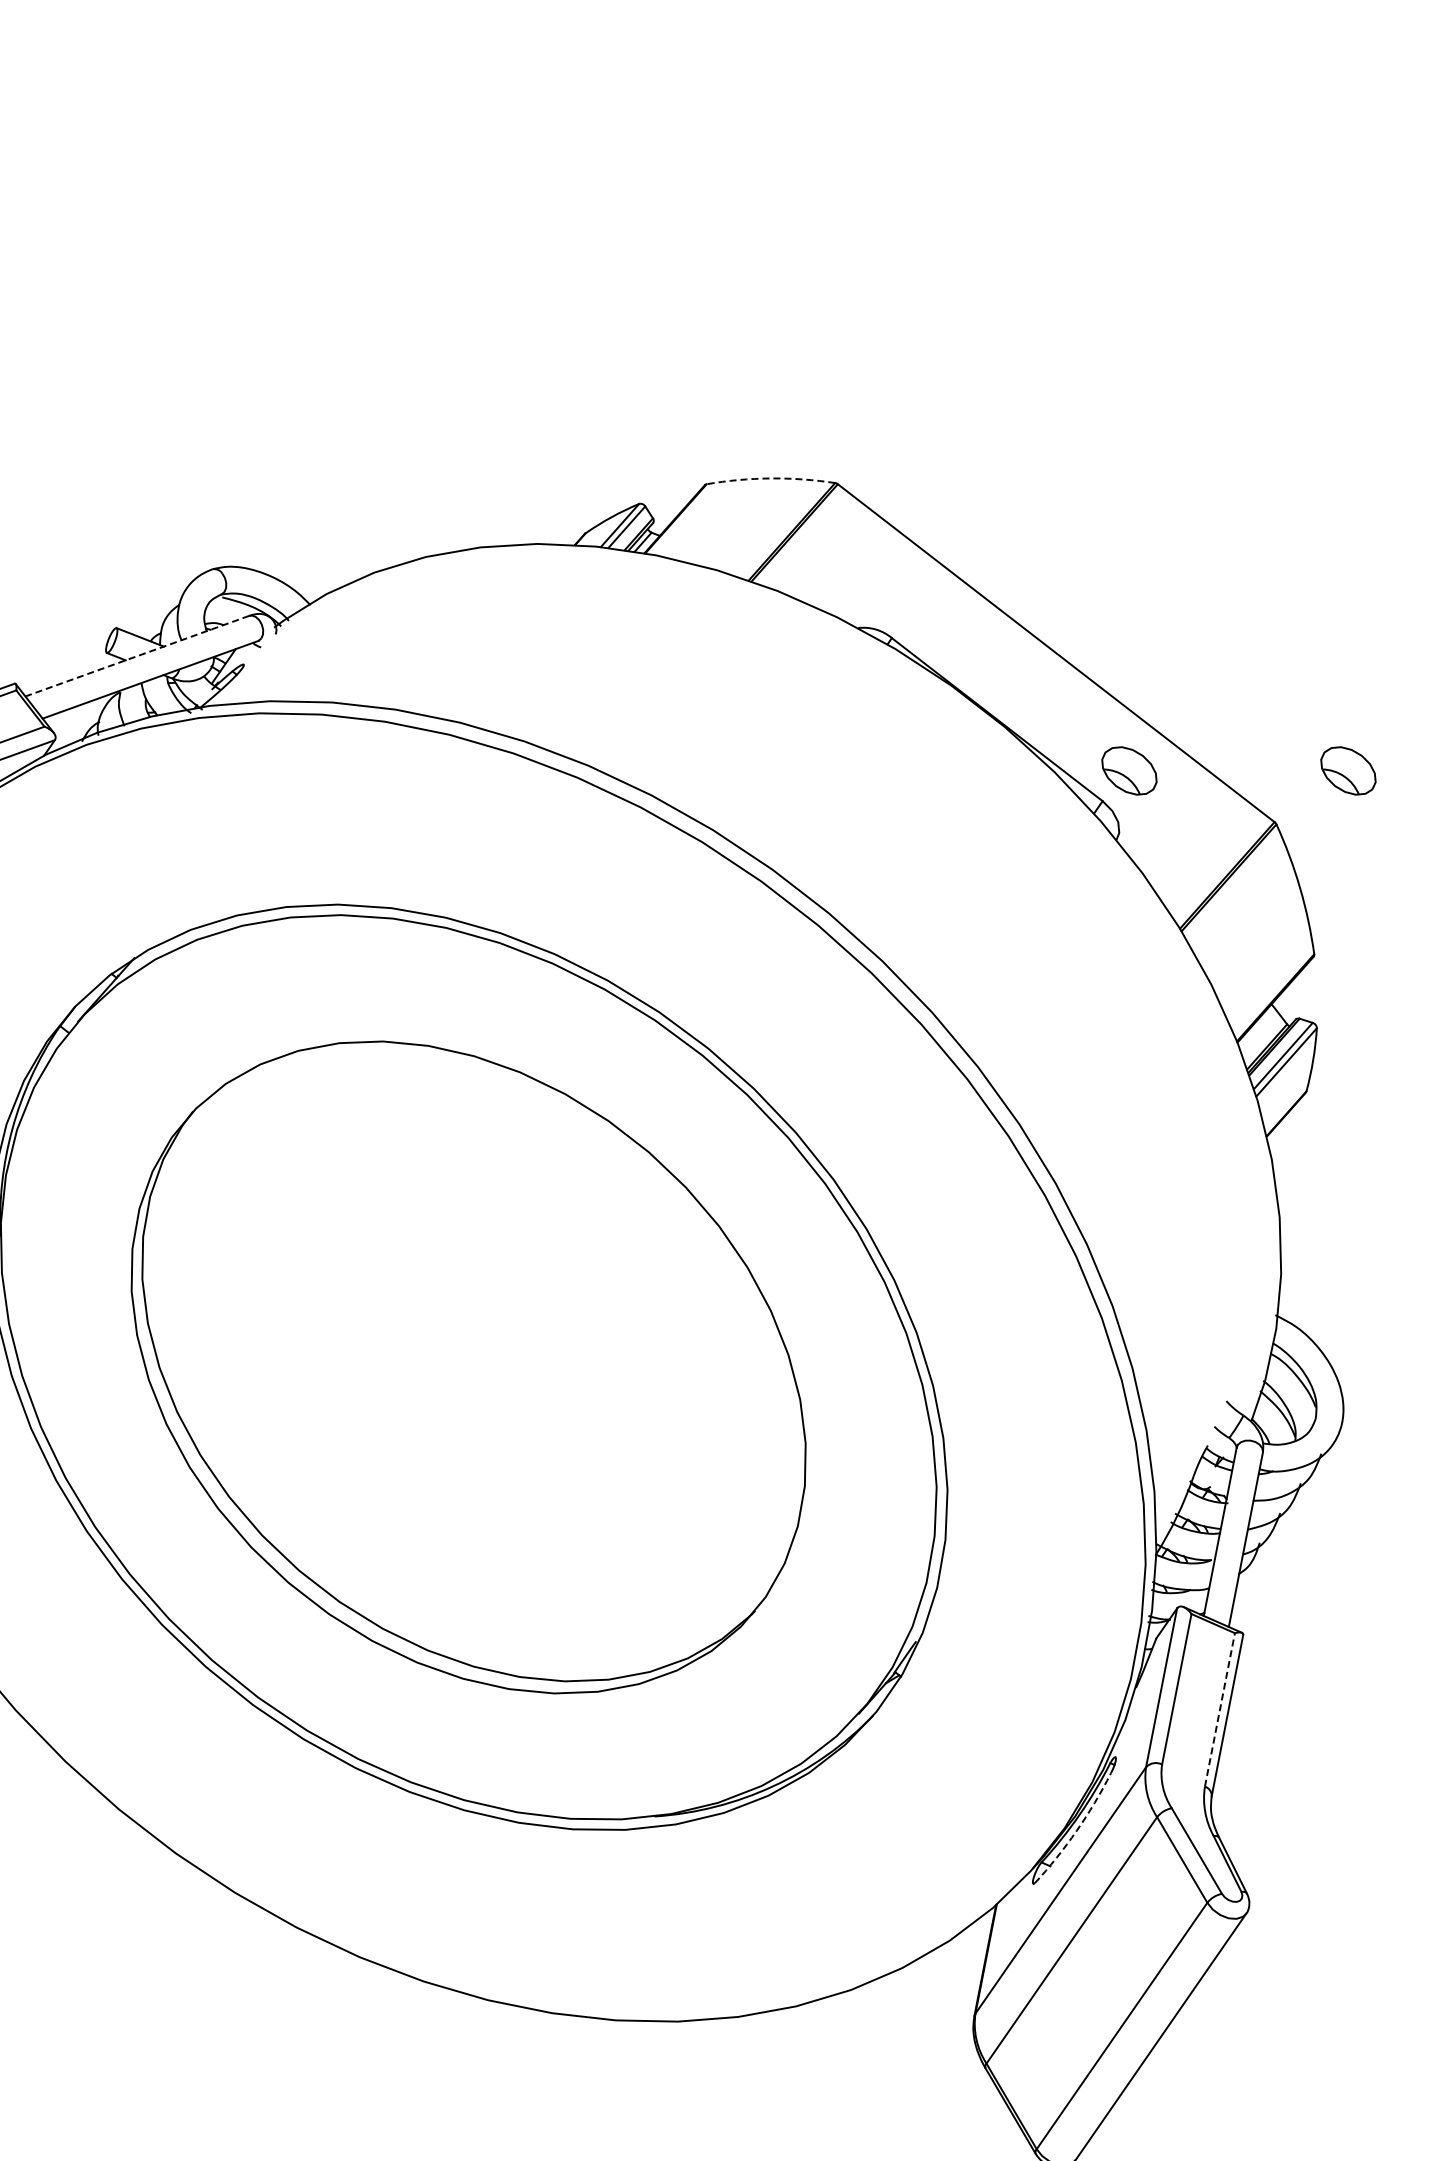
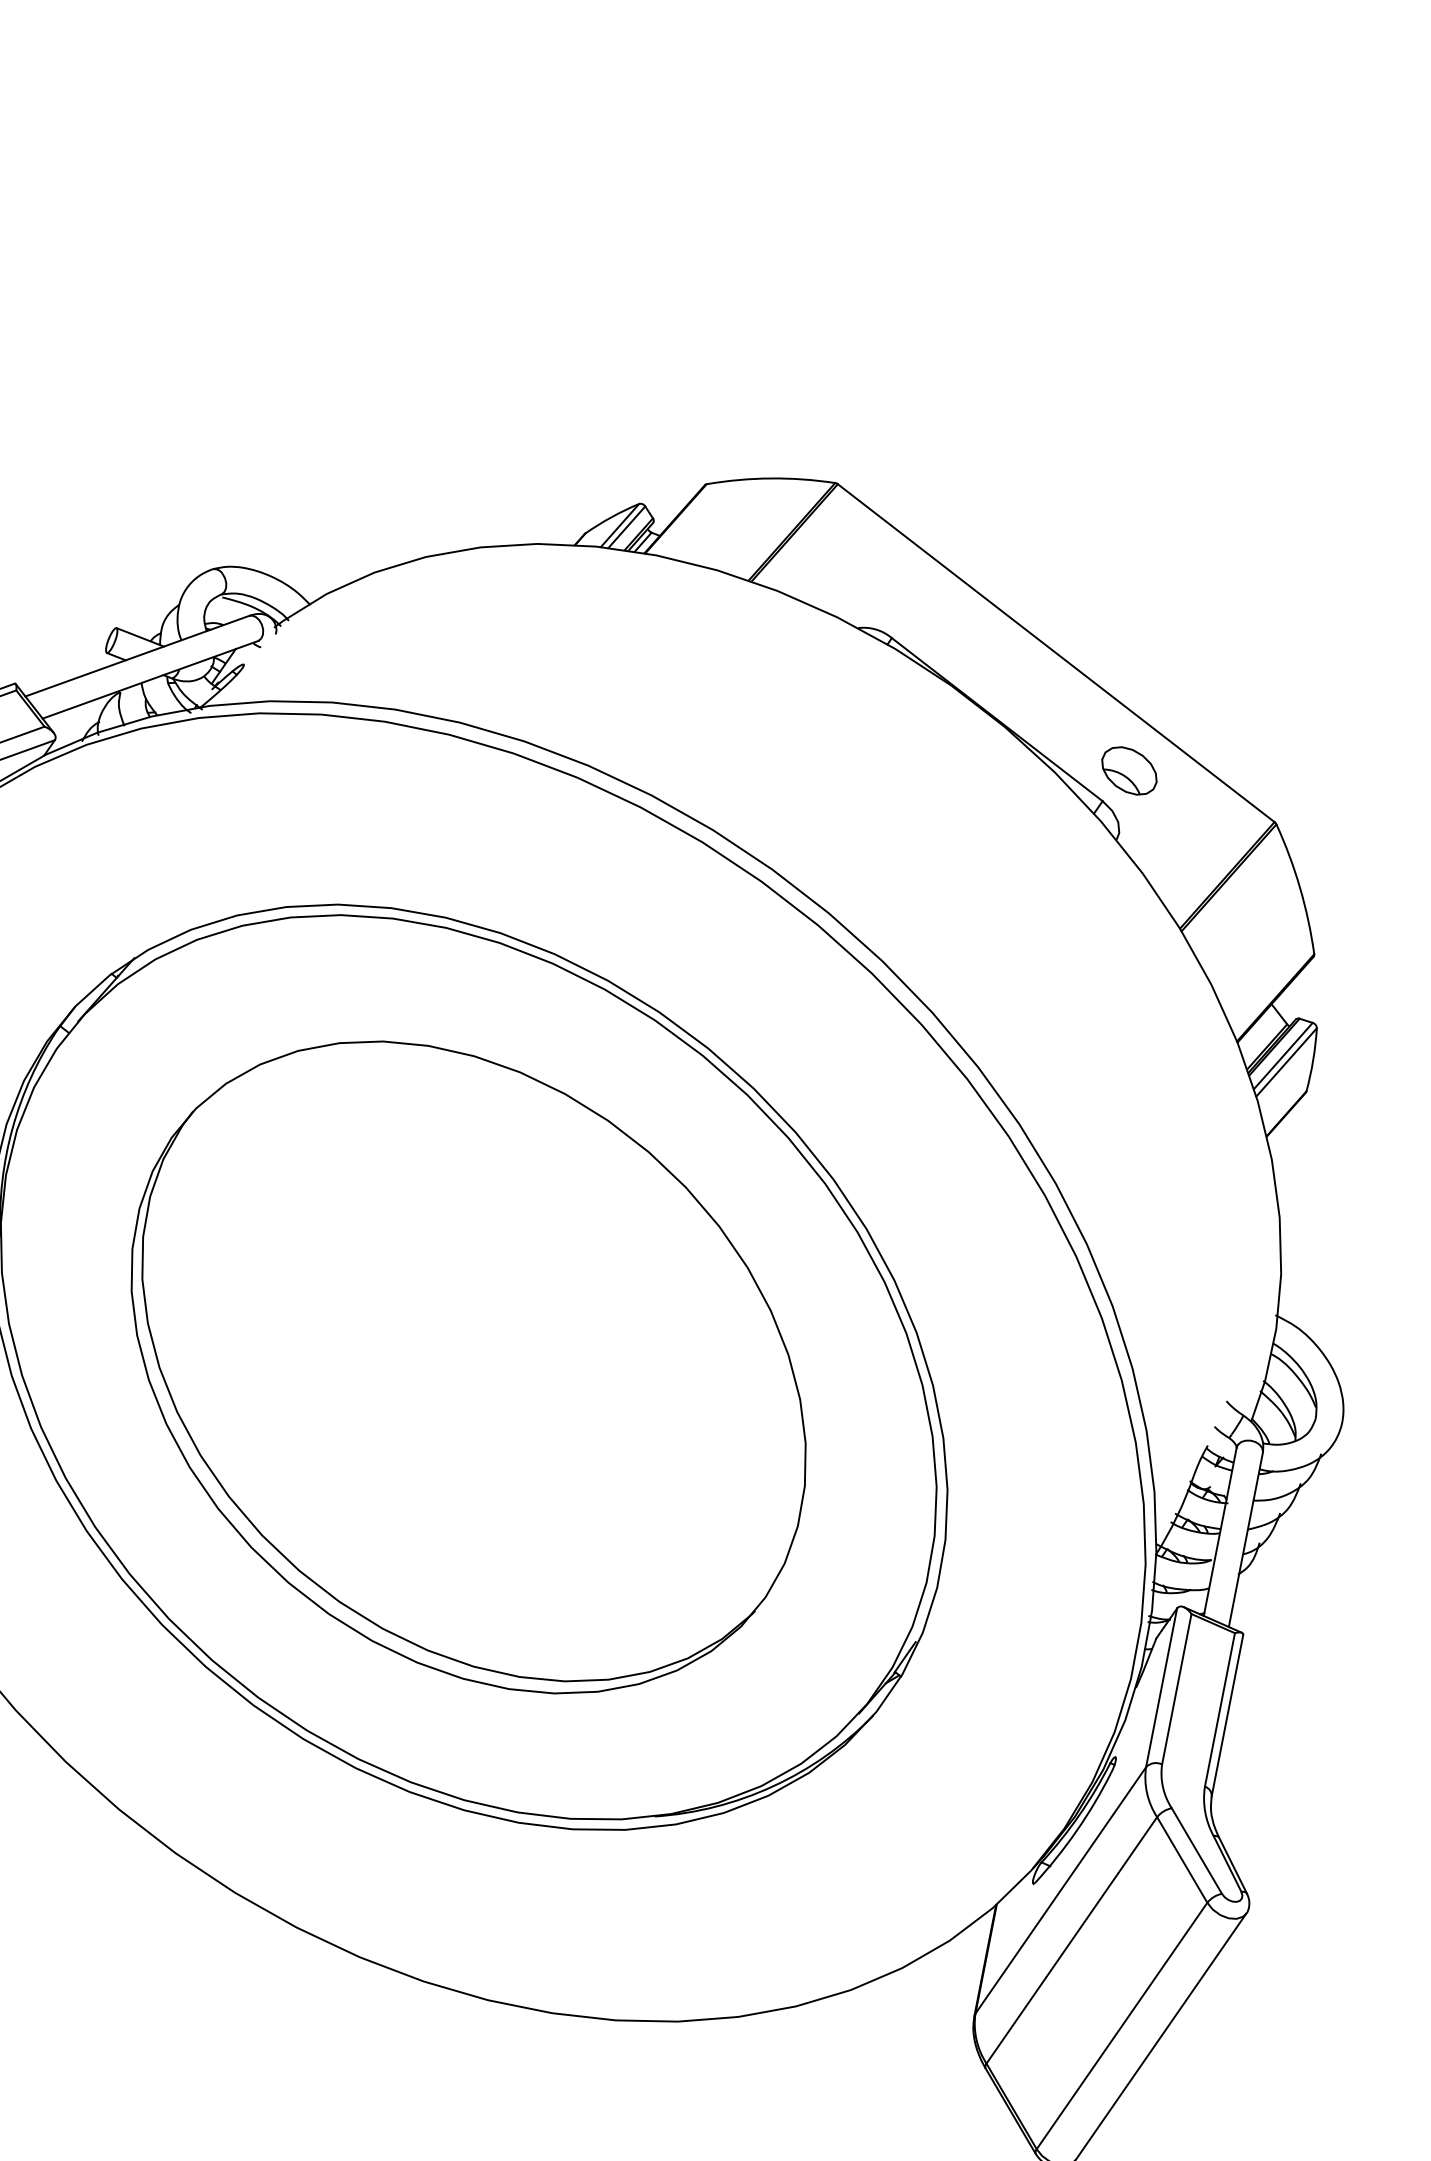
arc at (770, 478): dashed -> solid
line at (137, 656): dashed -> solid
part at (1348, 770): present -> none
line at (1220, 1709): dashed -> solid
arc at (1076, 1830): dashed -> solid
